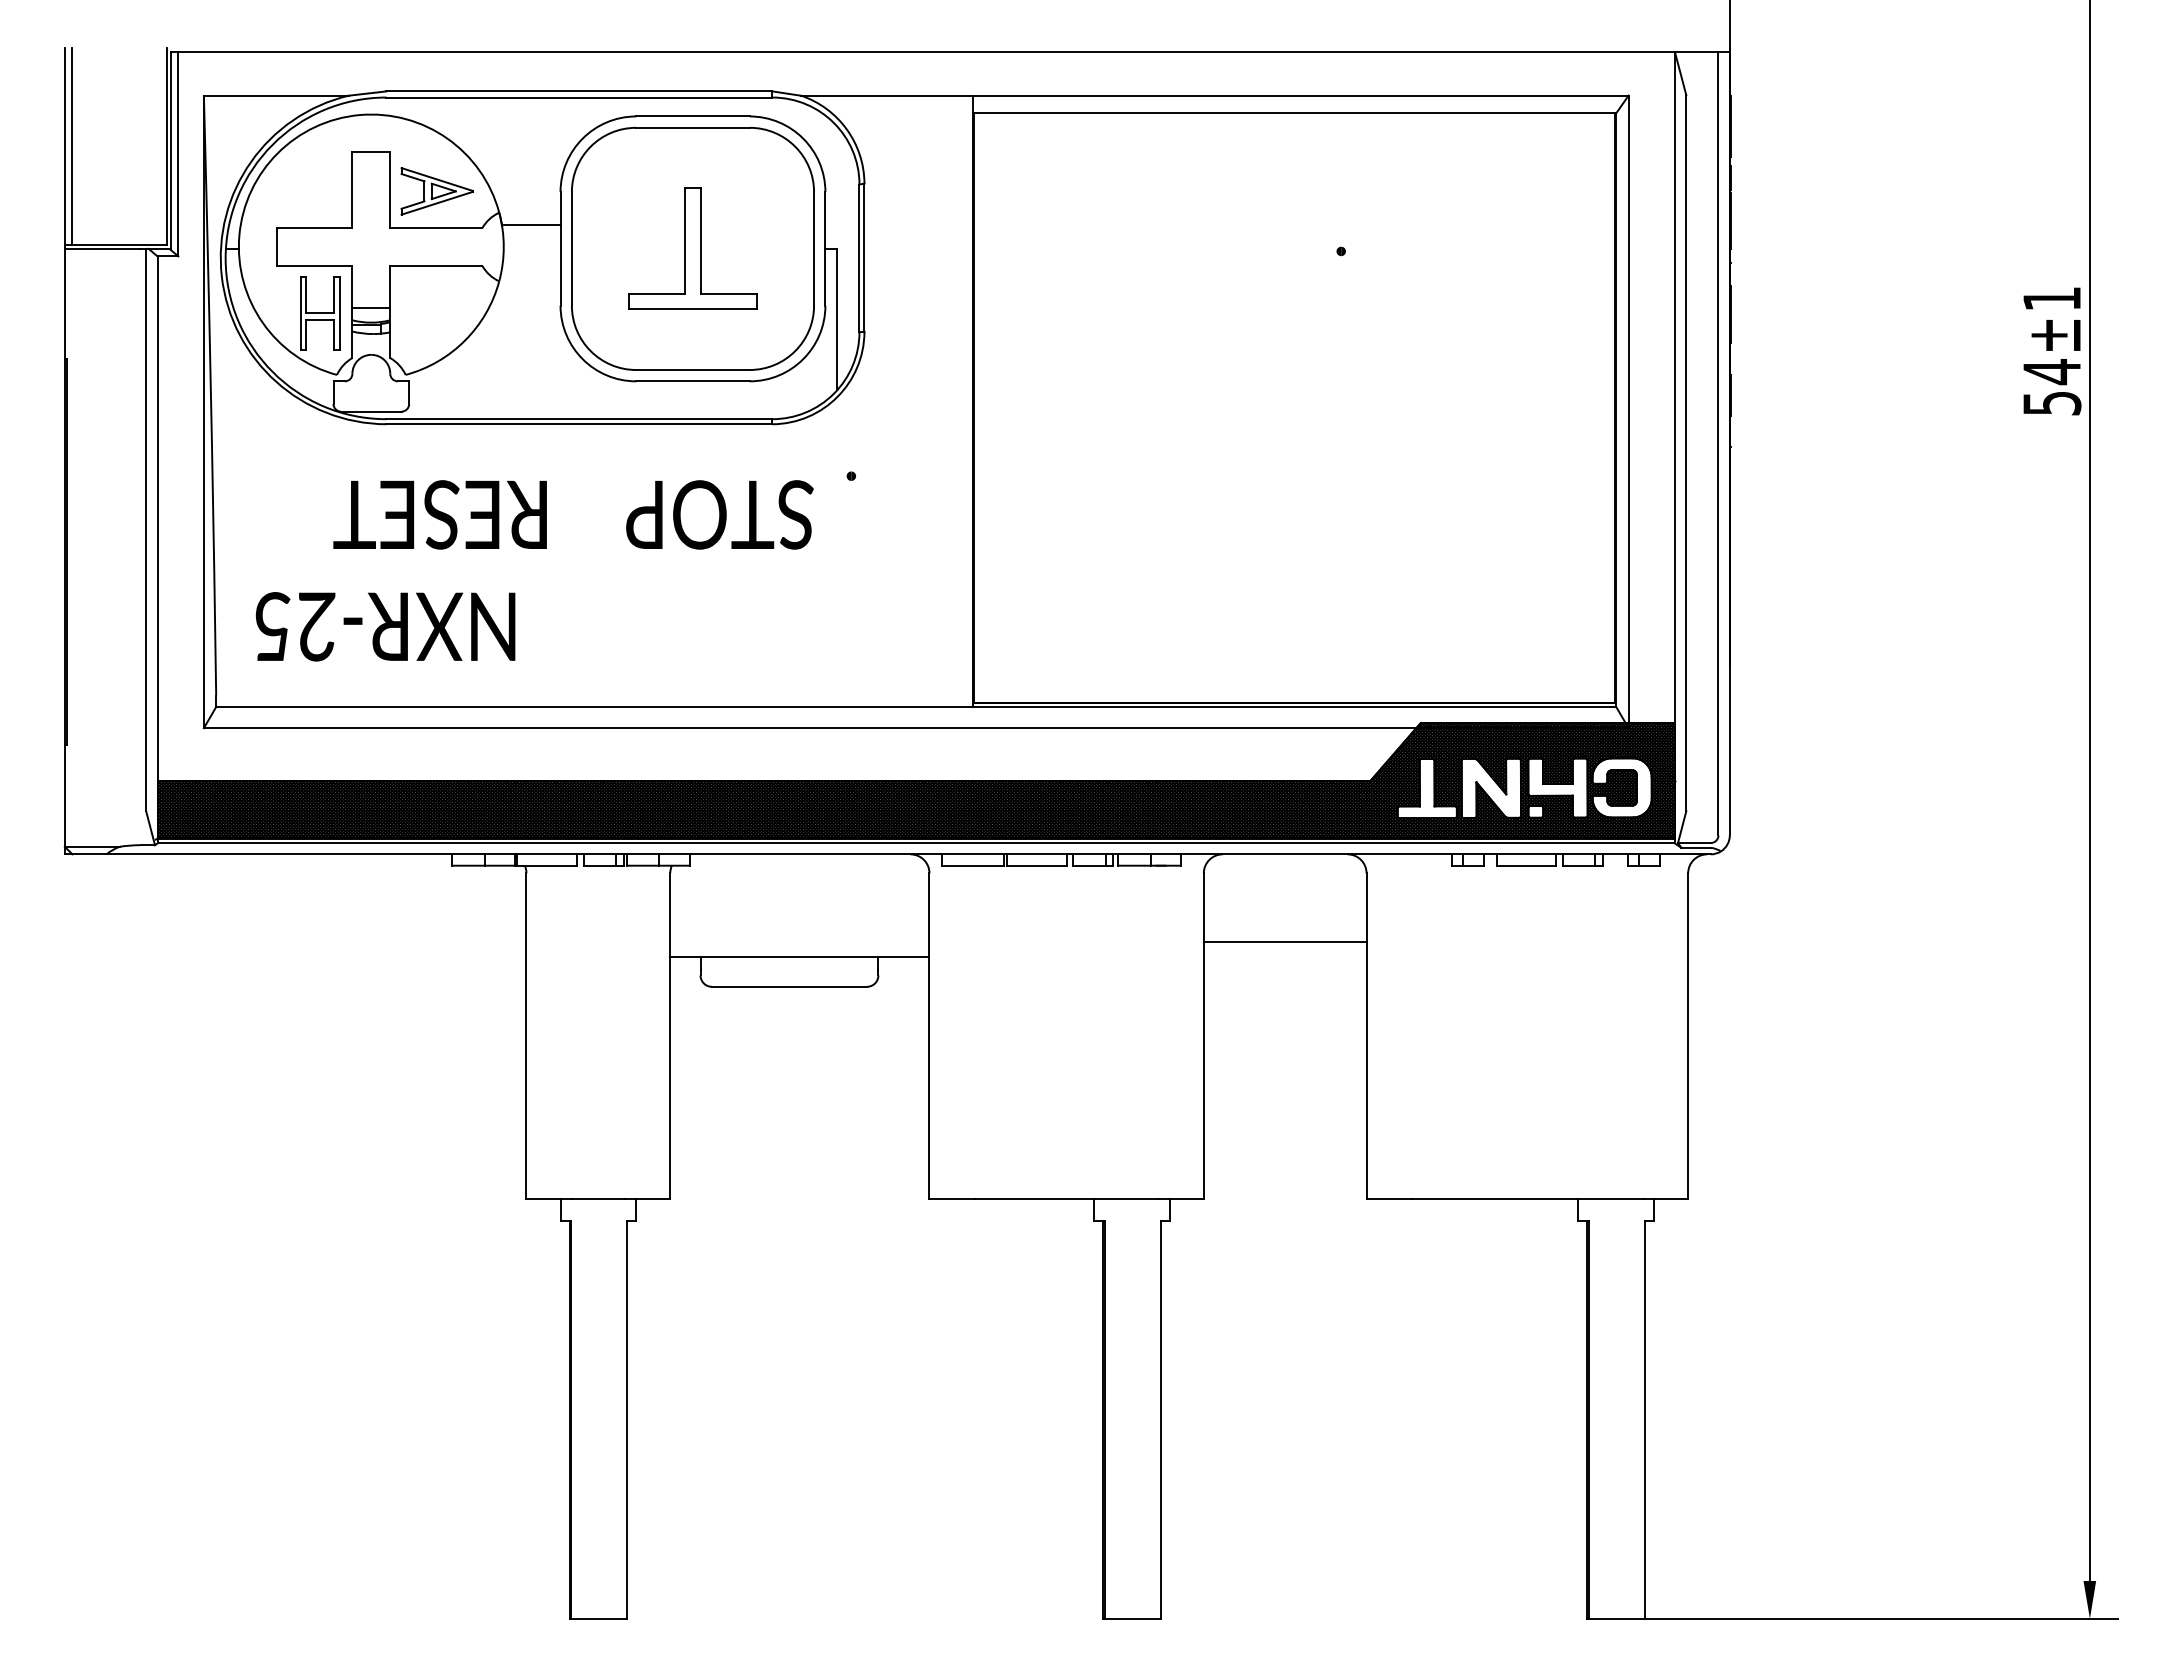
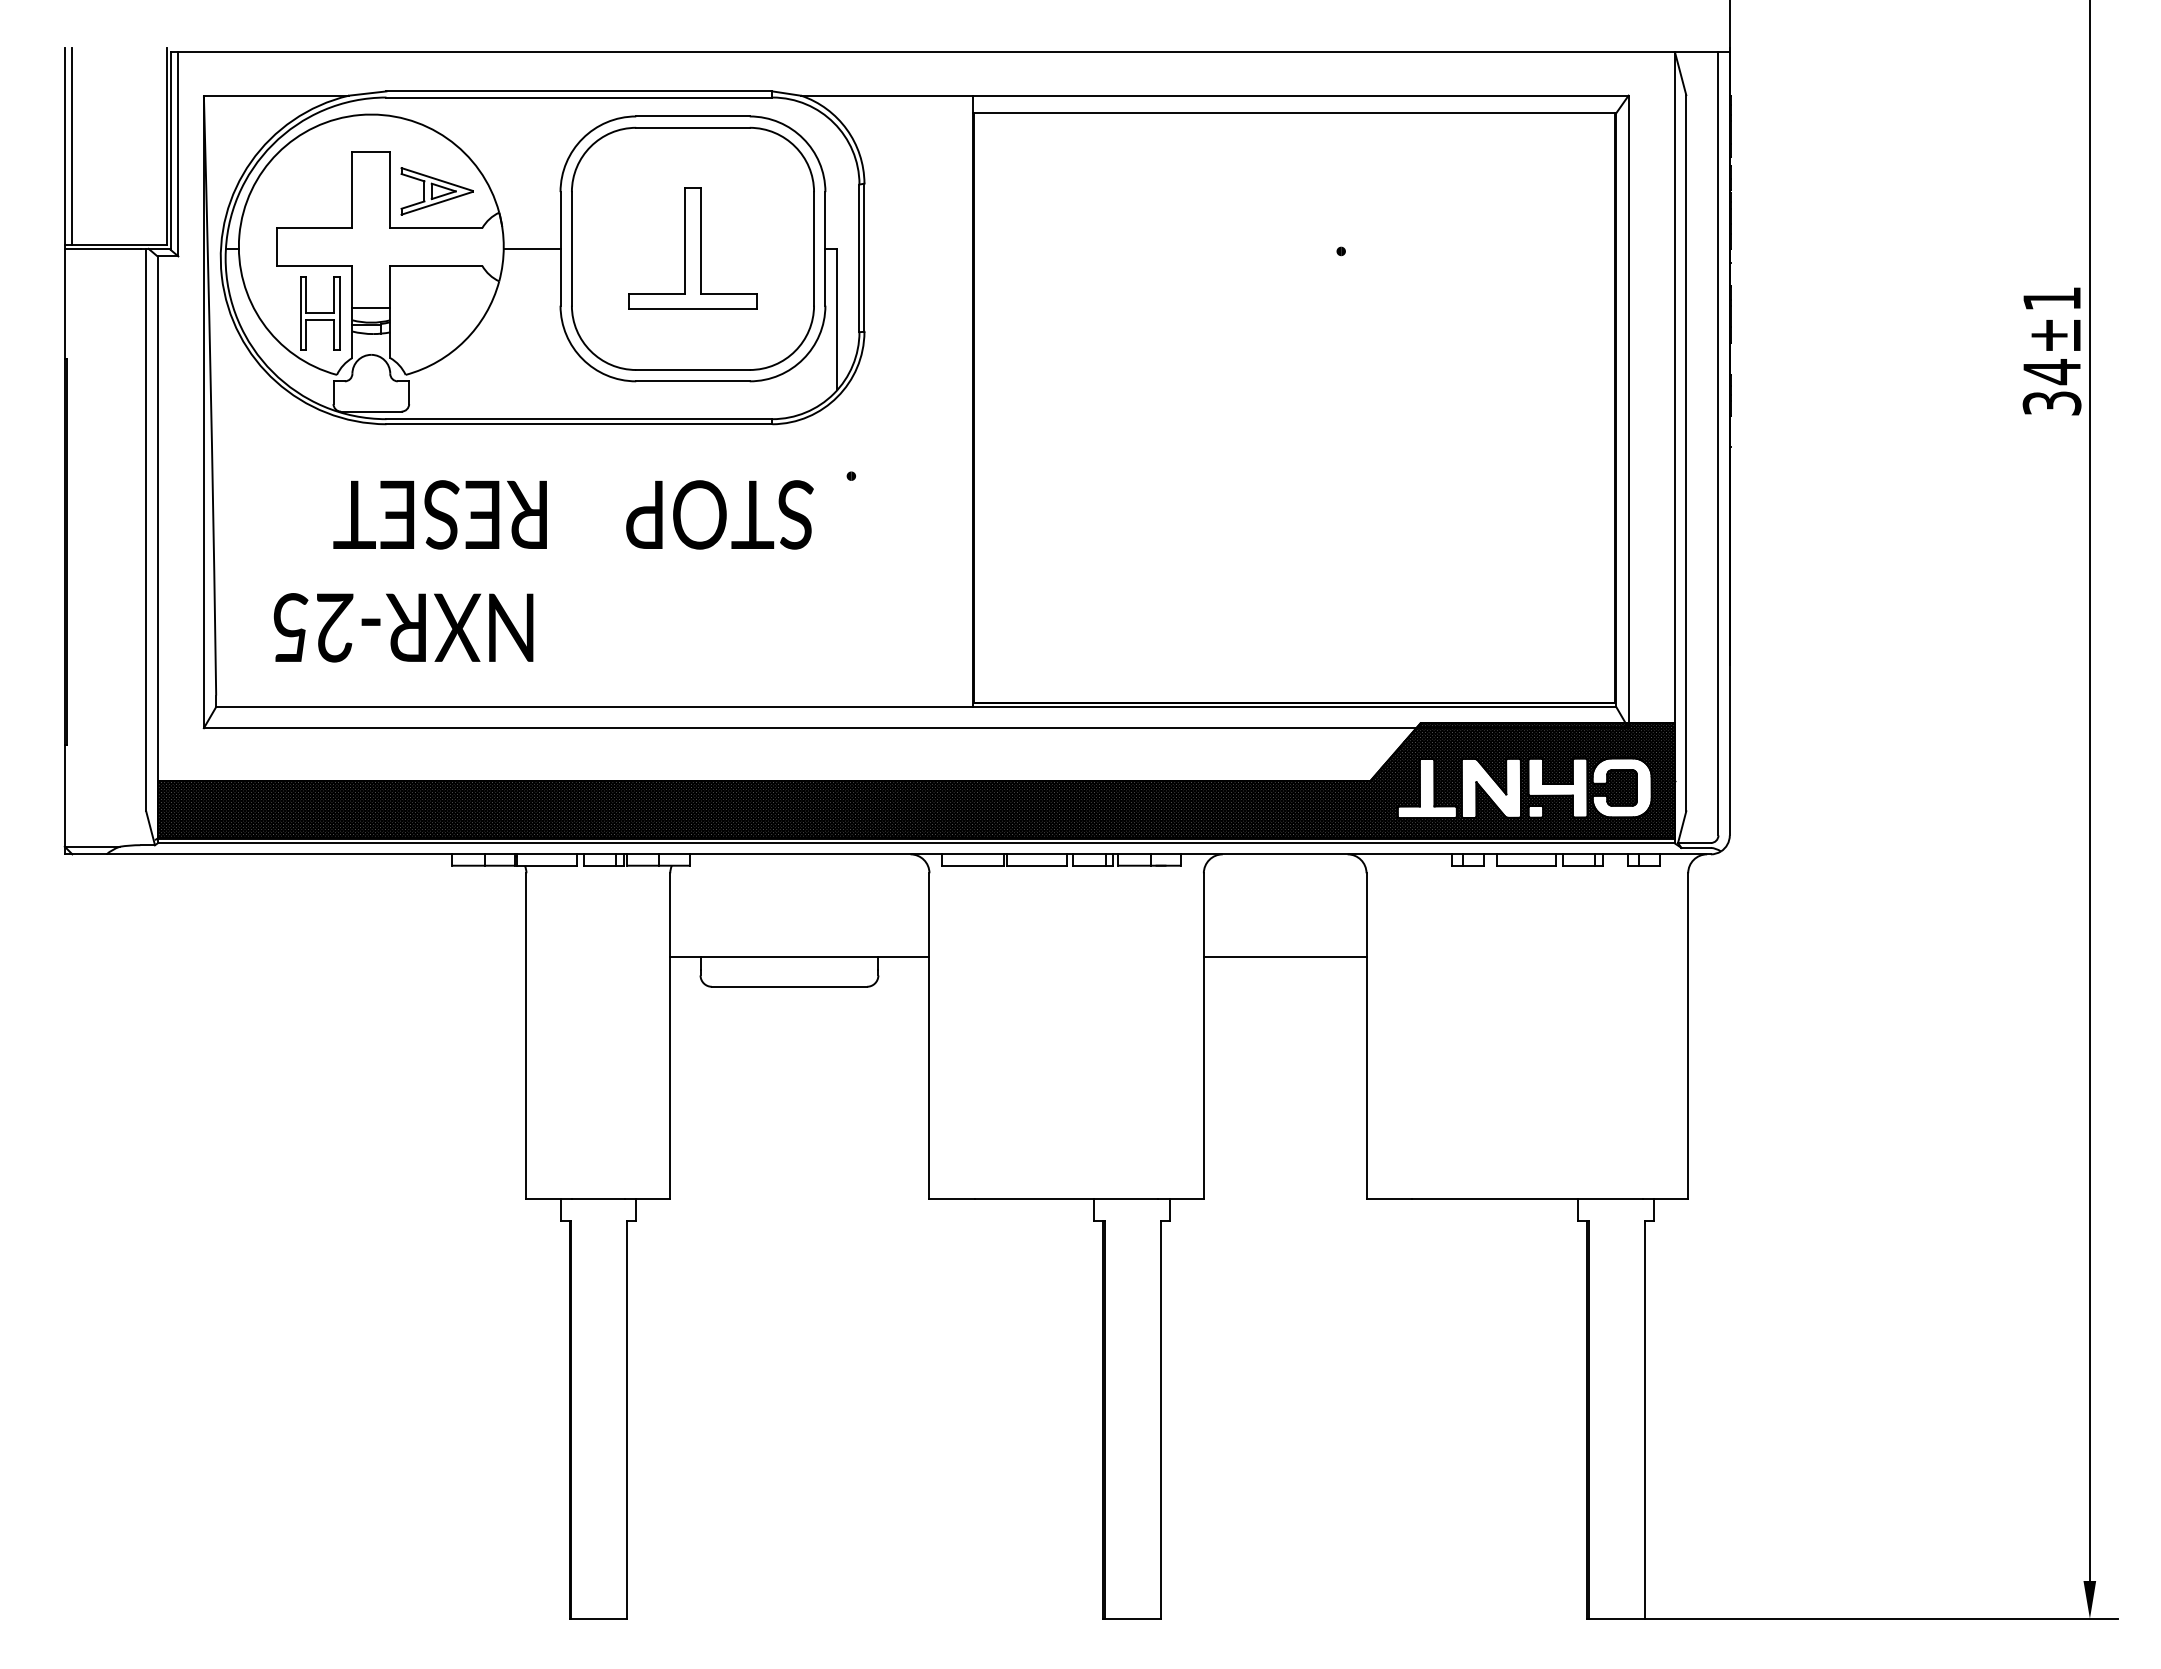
line at (531, 224) position: (531, 224) -> (531, 248)
text at (2051, 402): 54±1 -> 34±1
text at (385, 626) position: (385, 626) -> (403, 627)
line at (1284, 941) position: (1284, 941) -> (1284, 956)
